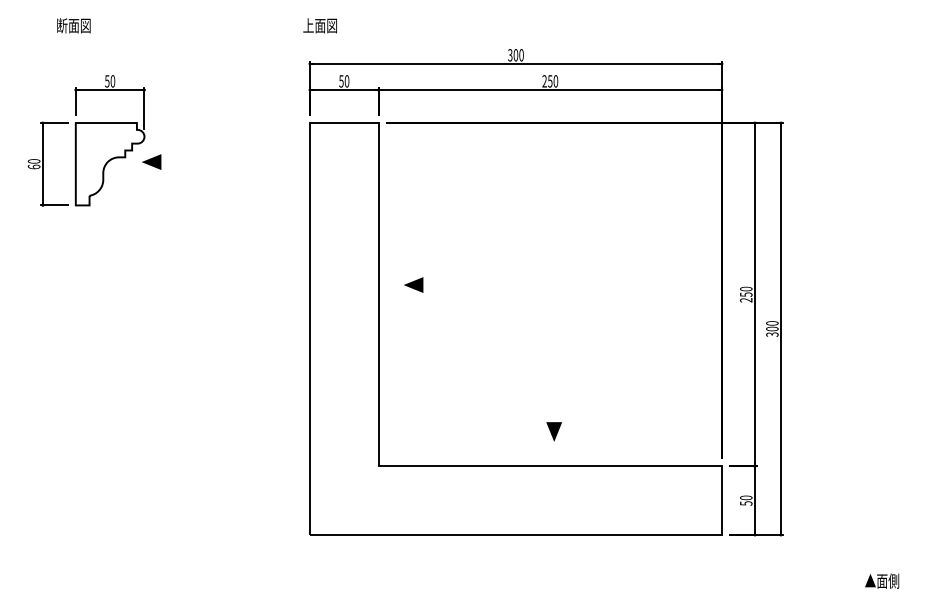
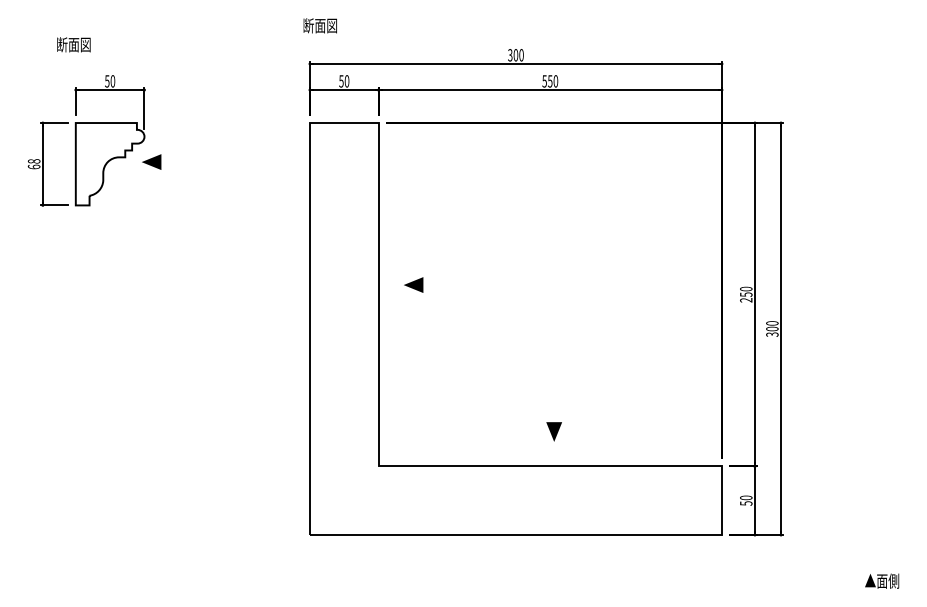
text at (73, 25) position: (73, 25) -> (73, 44)
text at (308, 25): 上面図 -> 断面図
text at (544, 81): 250 -> 550
text at (34, 161): 60 -> 68
